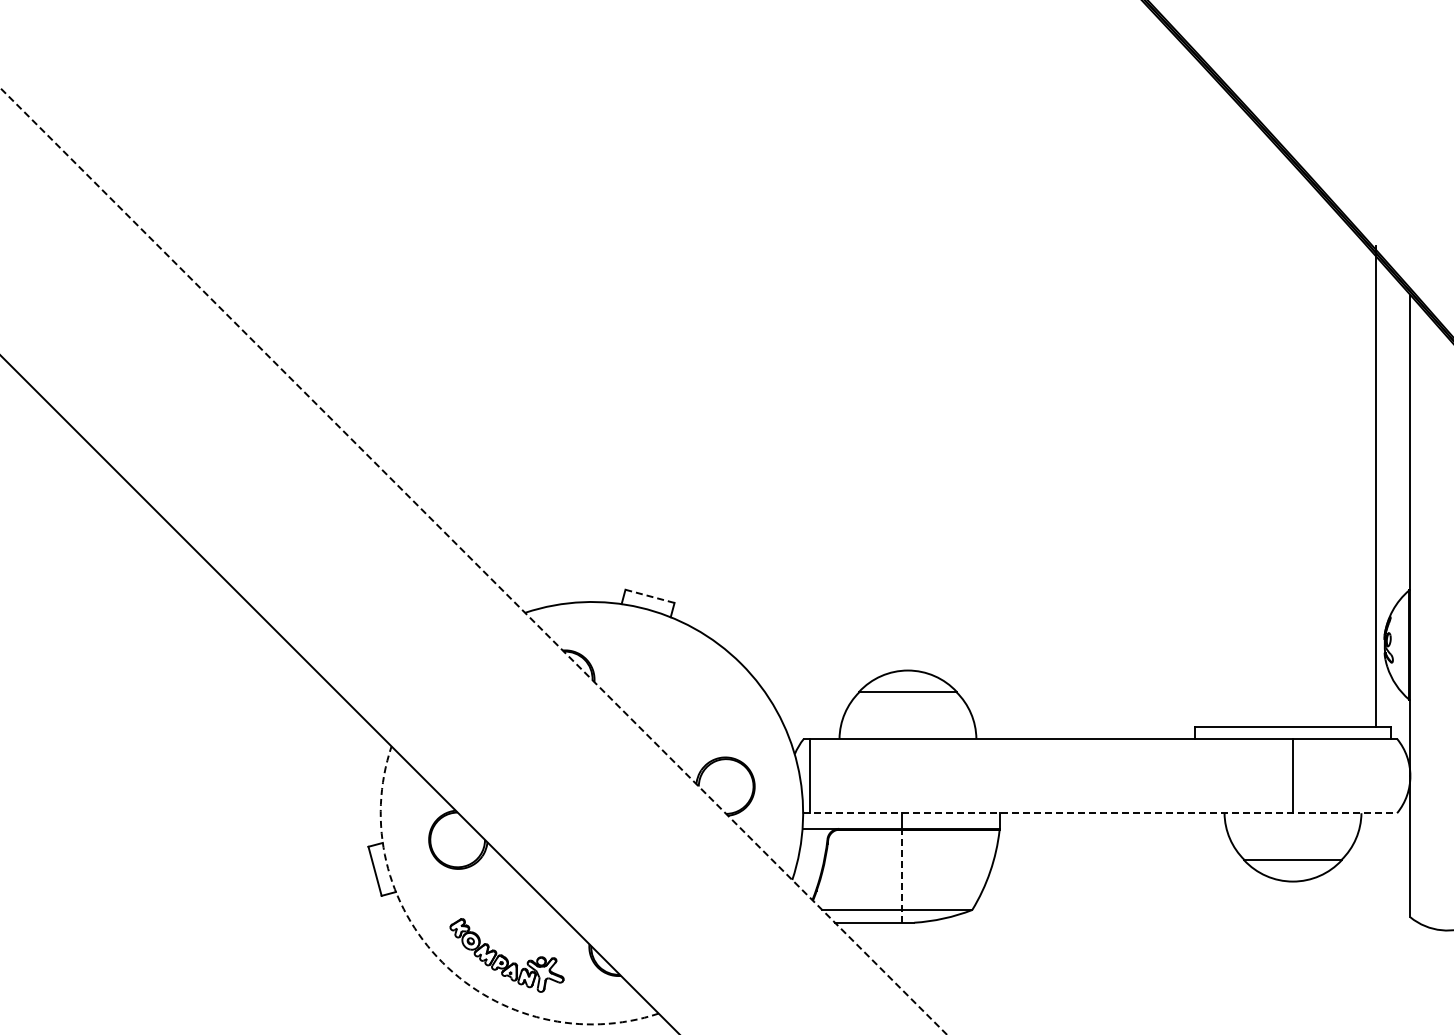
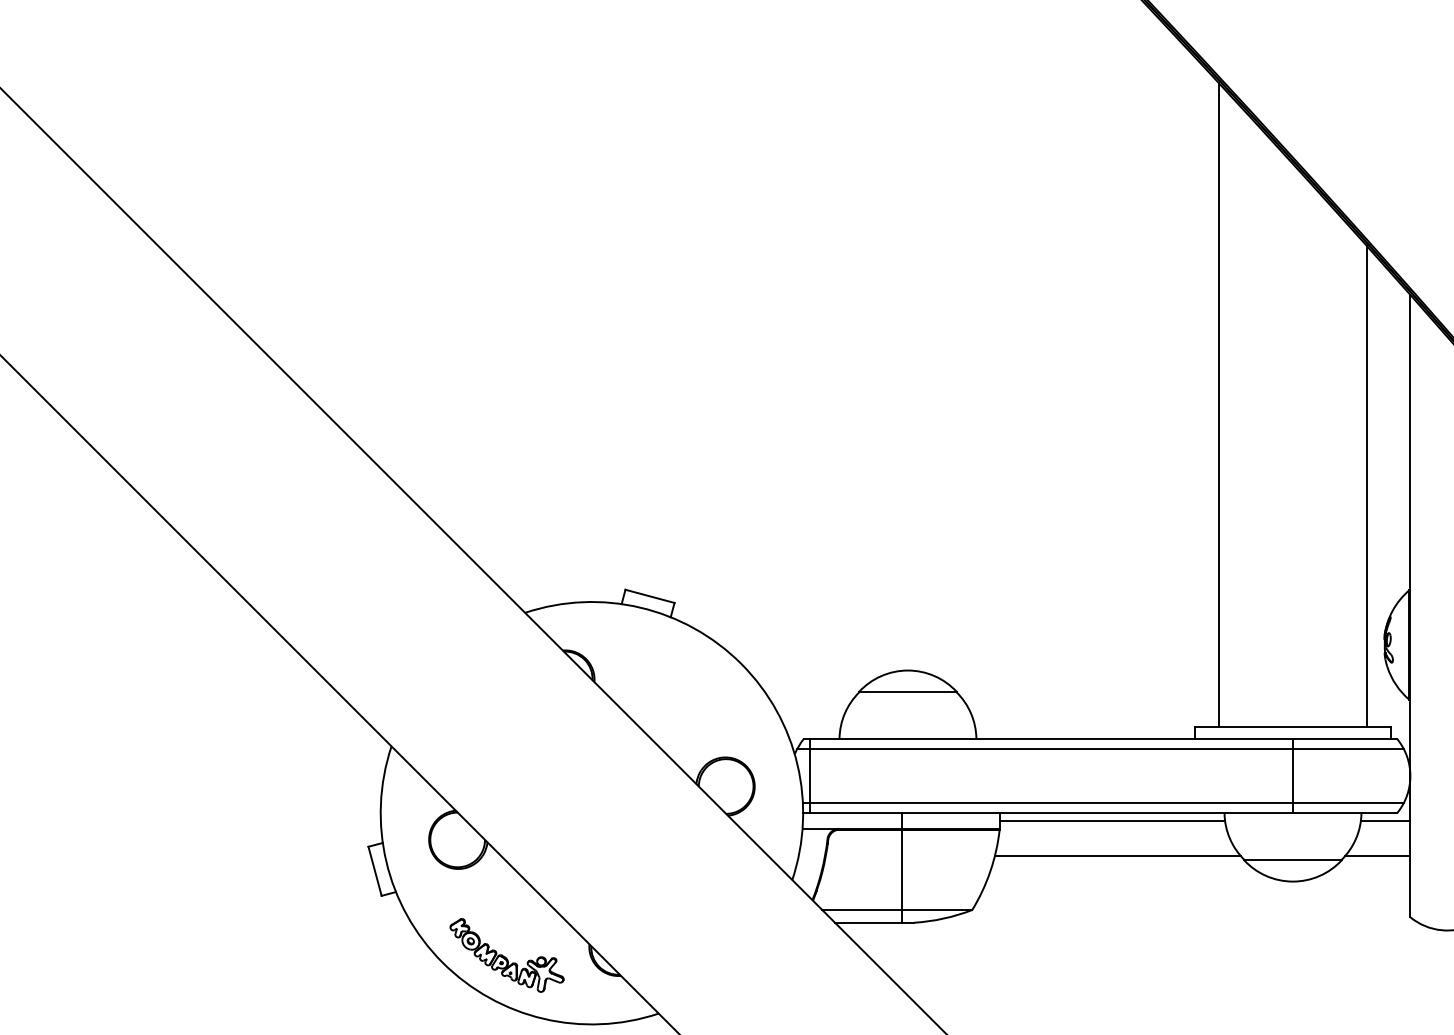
line at (1218, 404): none -> present
line at (1376, 486) position: (1376, 486) -> (1367, 486)
line at (473, 560): dashed -> solid
line at (649, 596): dashed -> solid
line at (1100, 748): none -> present
line at (1102, 803): none -> present
line at (1100, 813): dashed -> solid
line at (1112, 821): none -> present
line at (1385, 821): none -> present
line at (1117, 855): none -> present
line at (1377, 855): none -> present
line at (901, 876): dashed -> solid
arc at (442, 962): dashed -> solid
